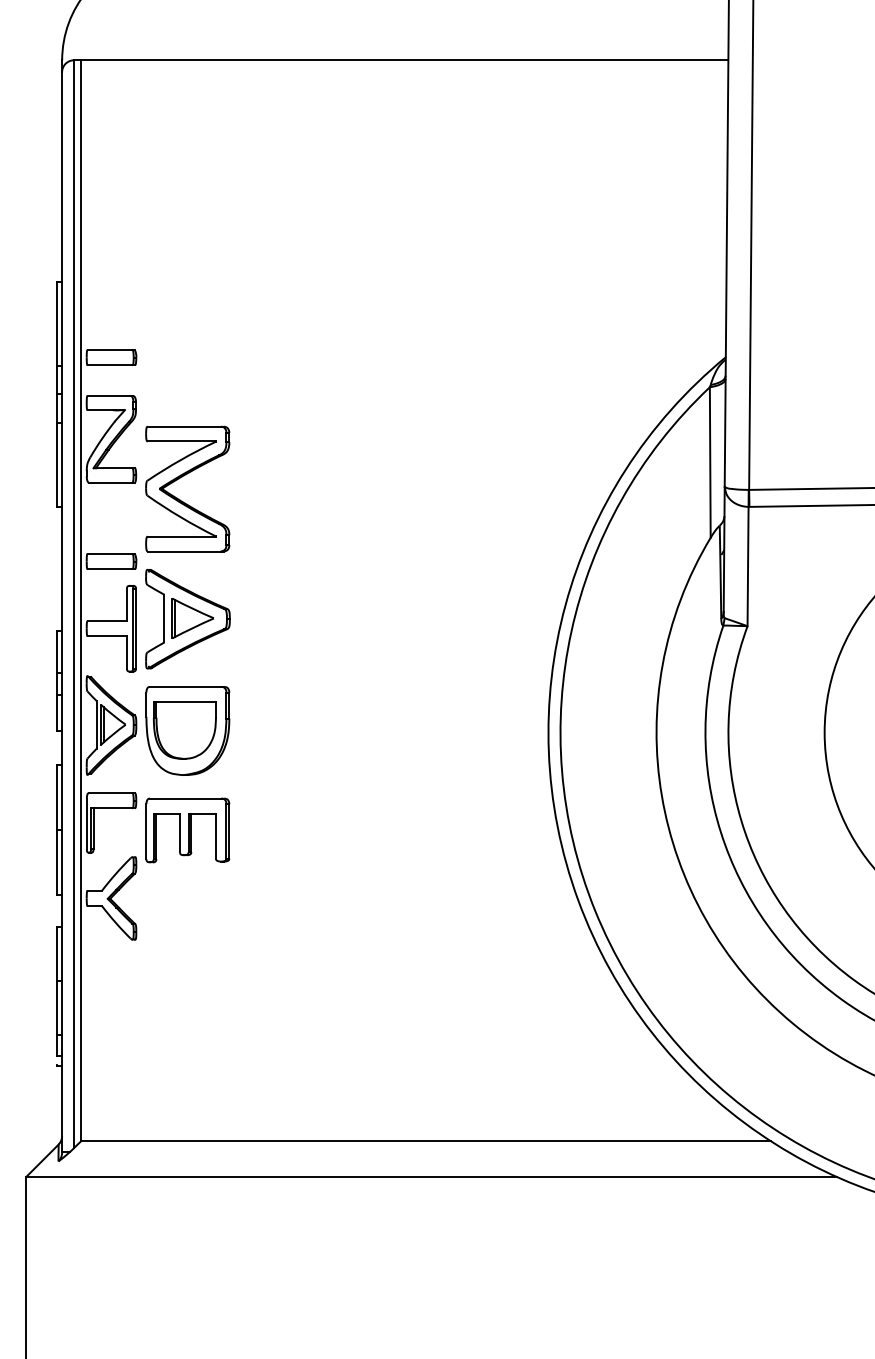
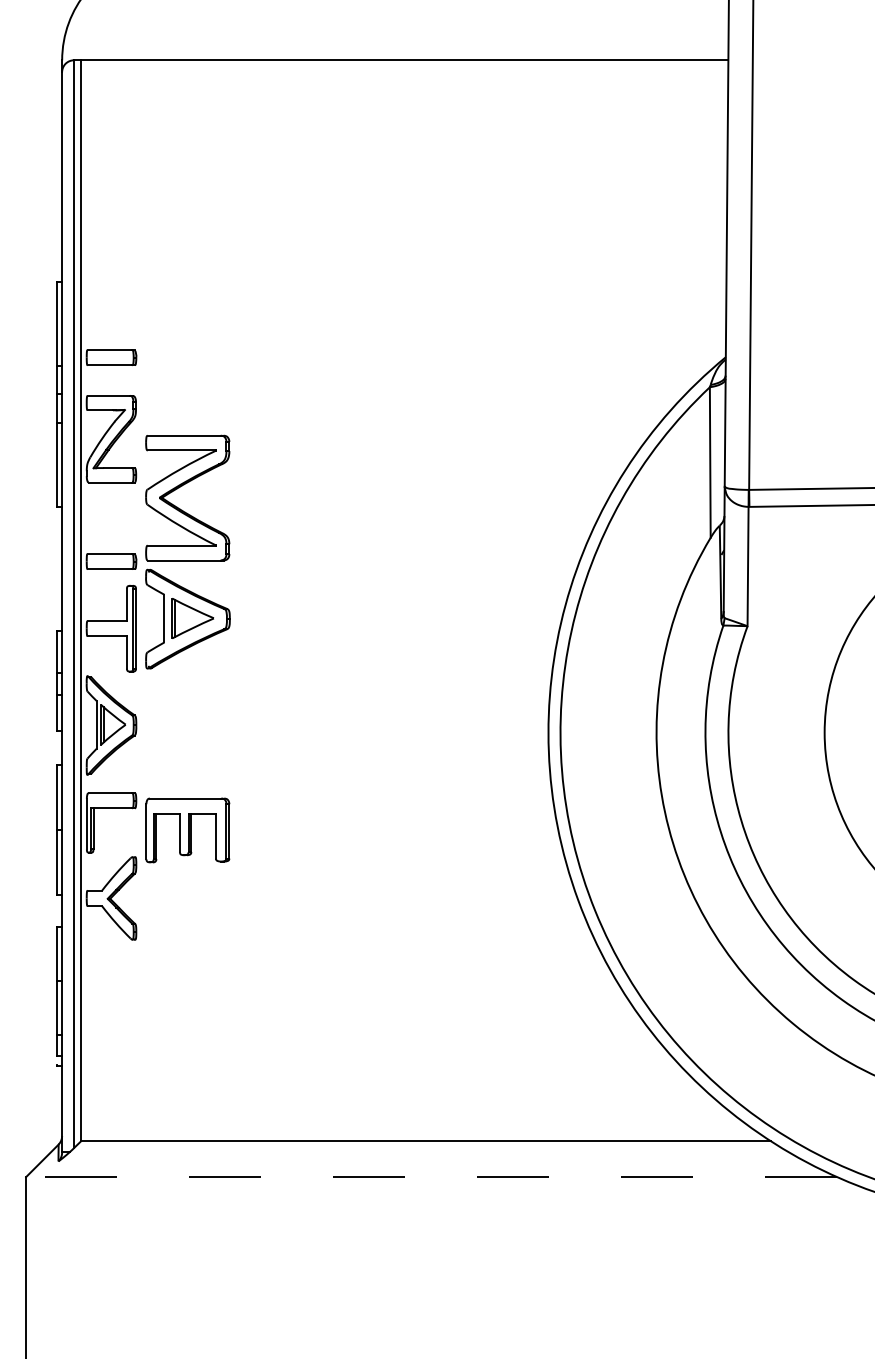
part at (179, 479) position: (179, 479) -> (179, 488)
part at (187, 730): present -> none
line at (431, 1177): solid -> dashed
